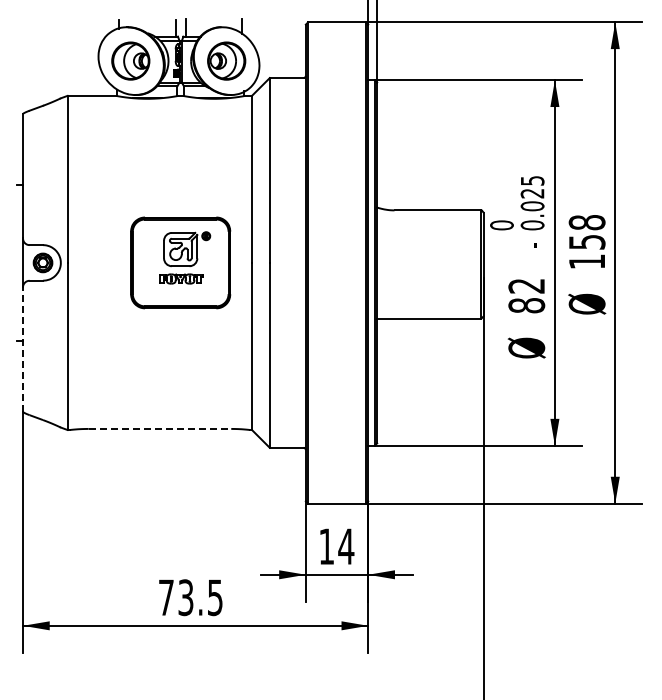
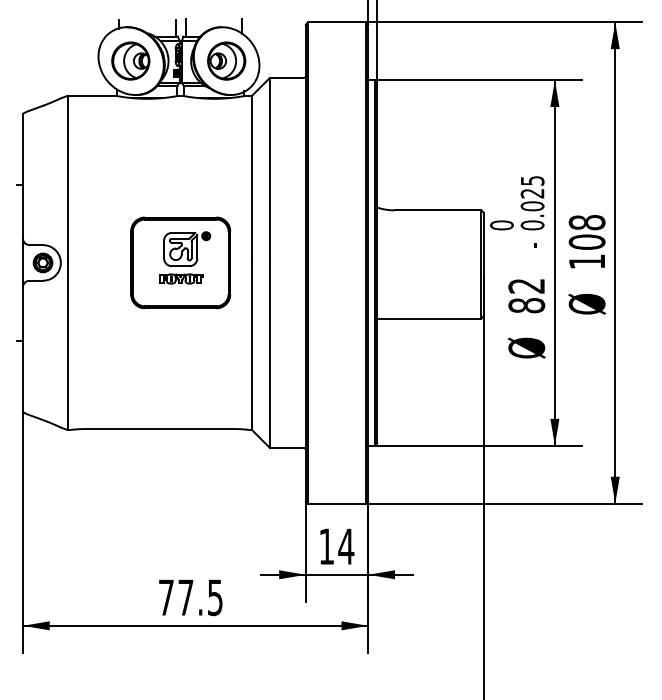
text at (586, 241): 158 -> 108
line at (23, 349): dashed -> solid
line at (160, 428): dashed -> solid
text at (185, 597): 73.5 -> 77.5
